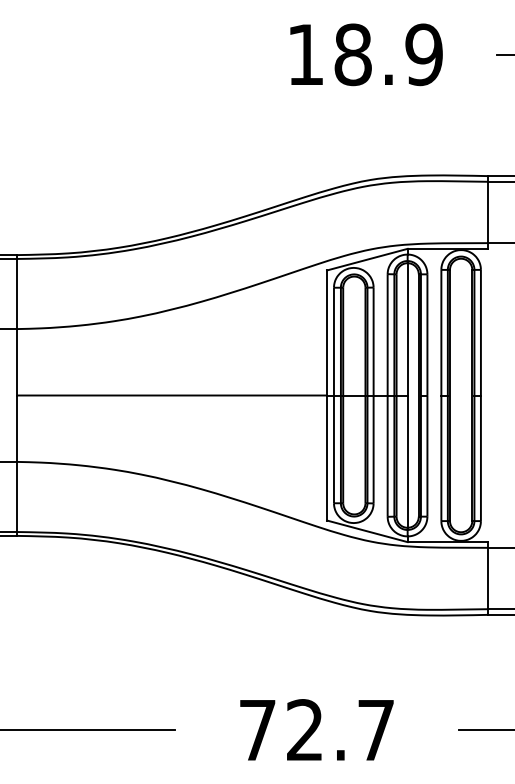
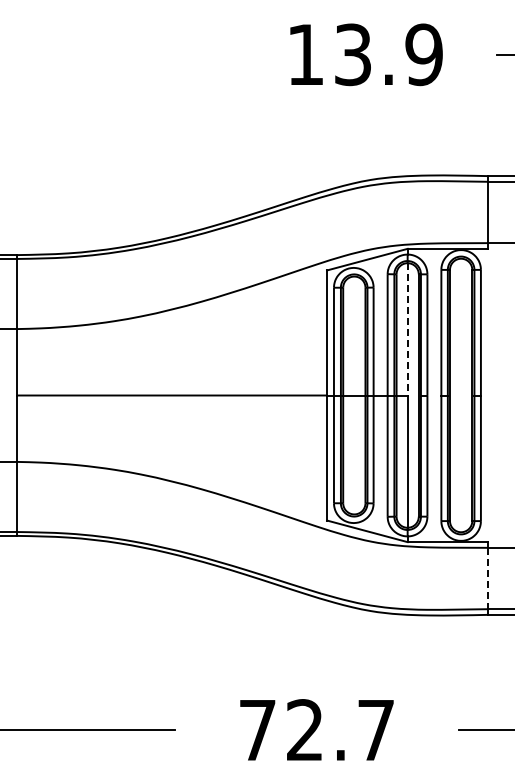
text at (352, 54): 18.9 -> 13.9
line at (407, 329): solid -> dashed
line at (487, 578): solid -> dashed
